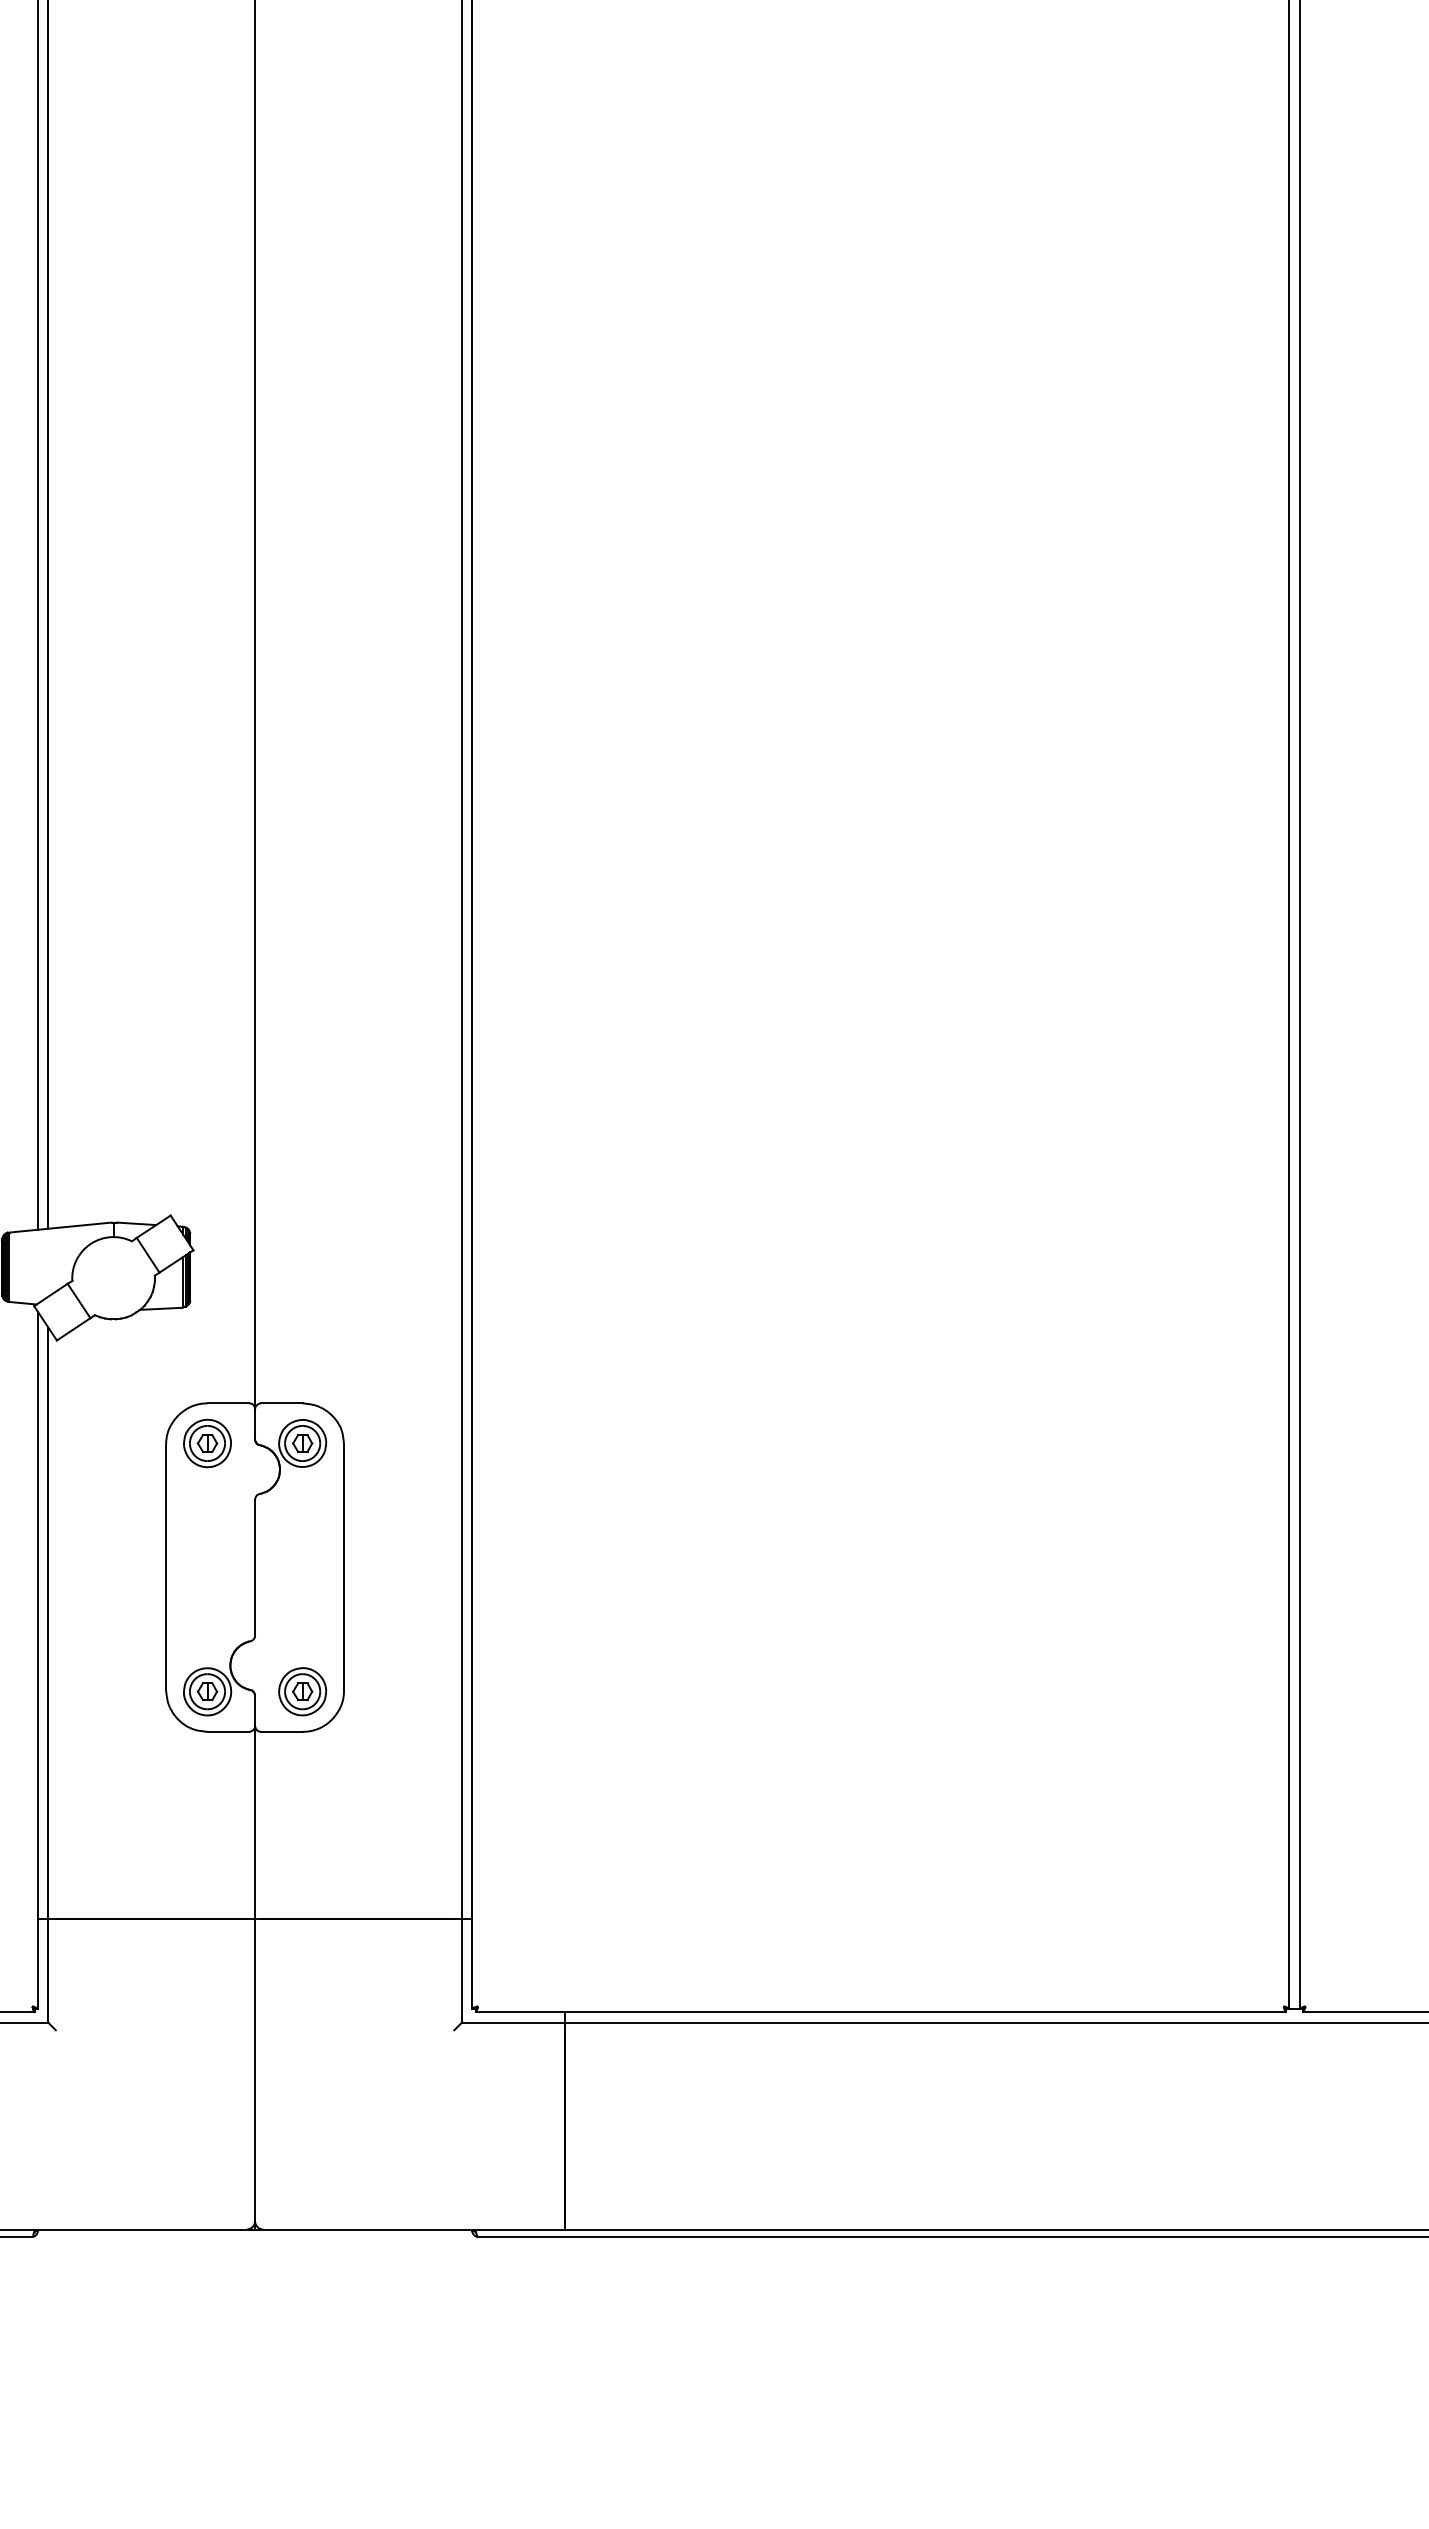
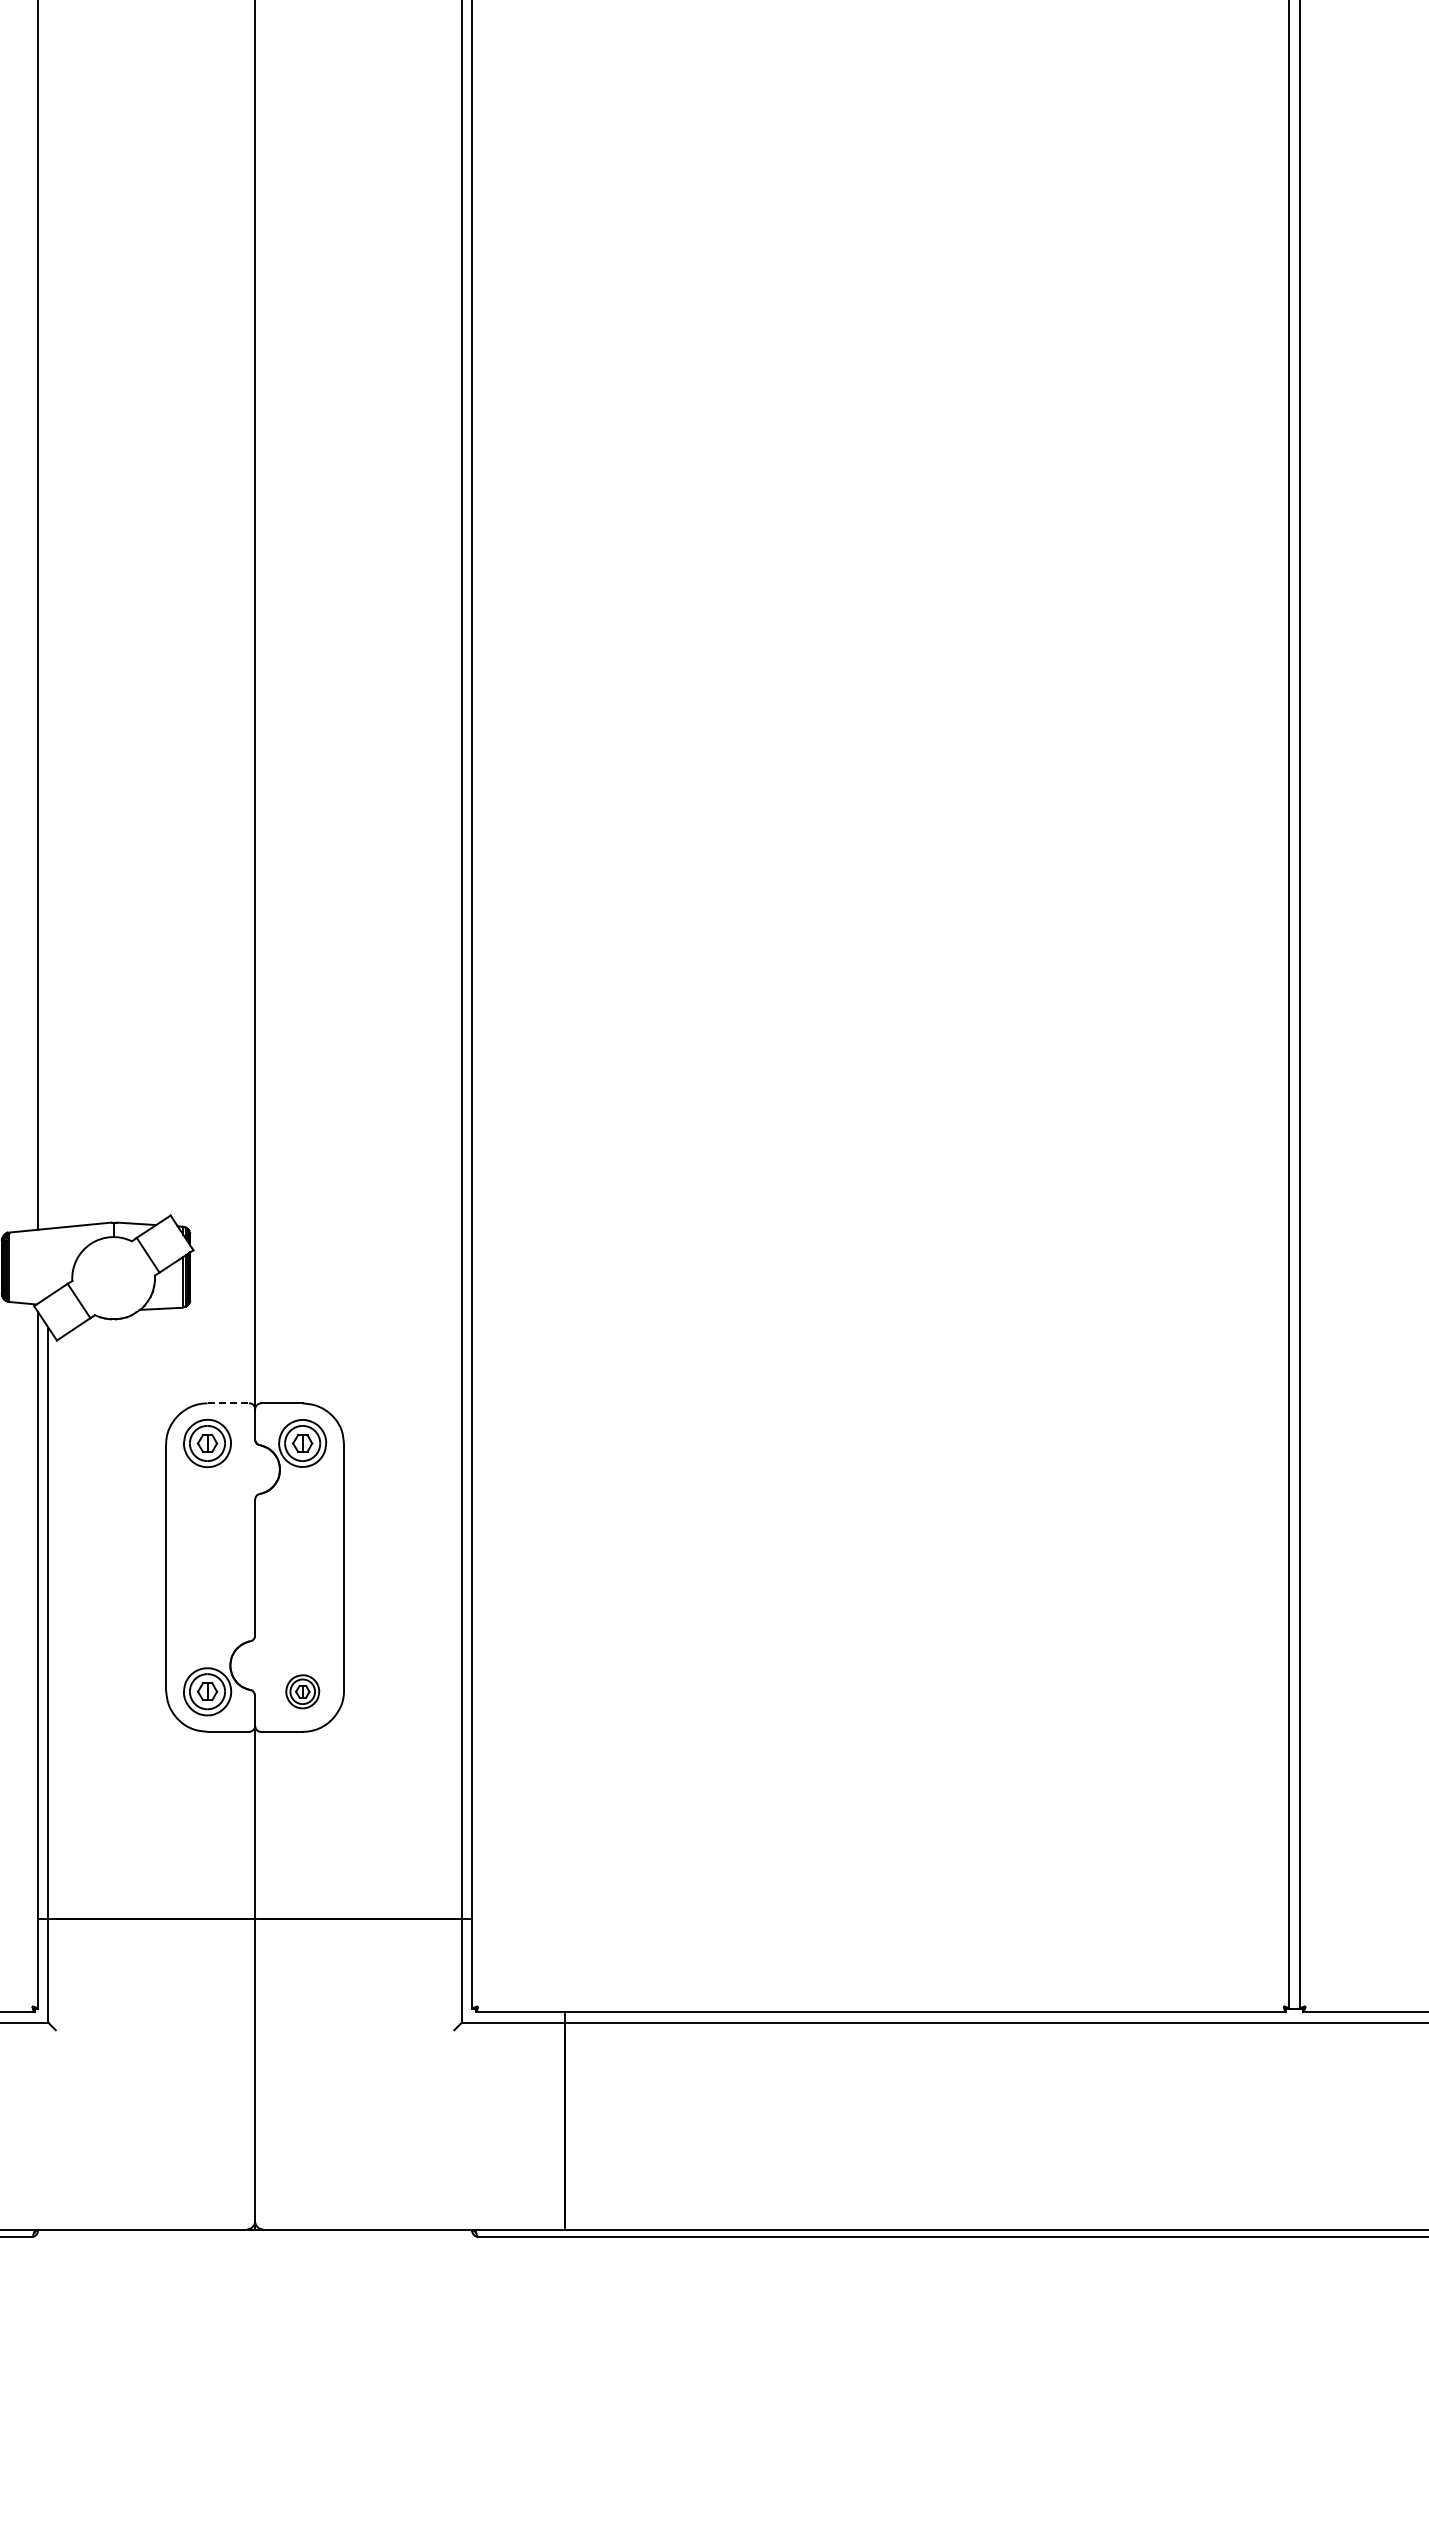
line at (48, 615): present -> none
line at (228, 1403): solid -> dashed
part at (302, 1691) size: 50x50 px -> 36x36 px
